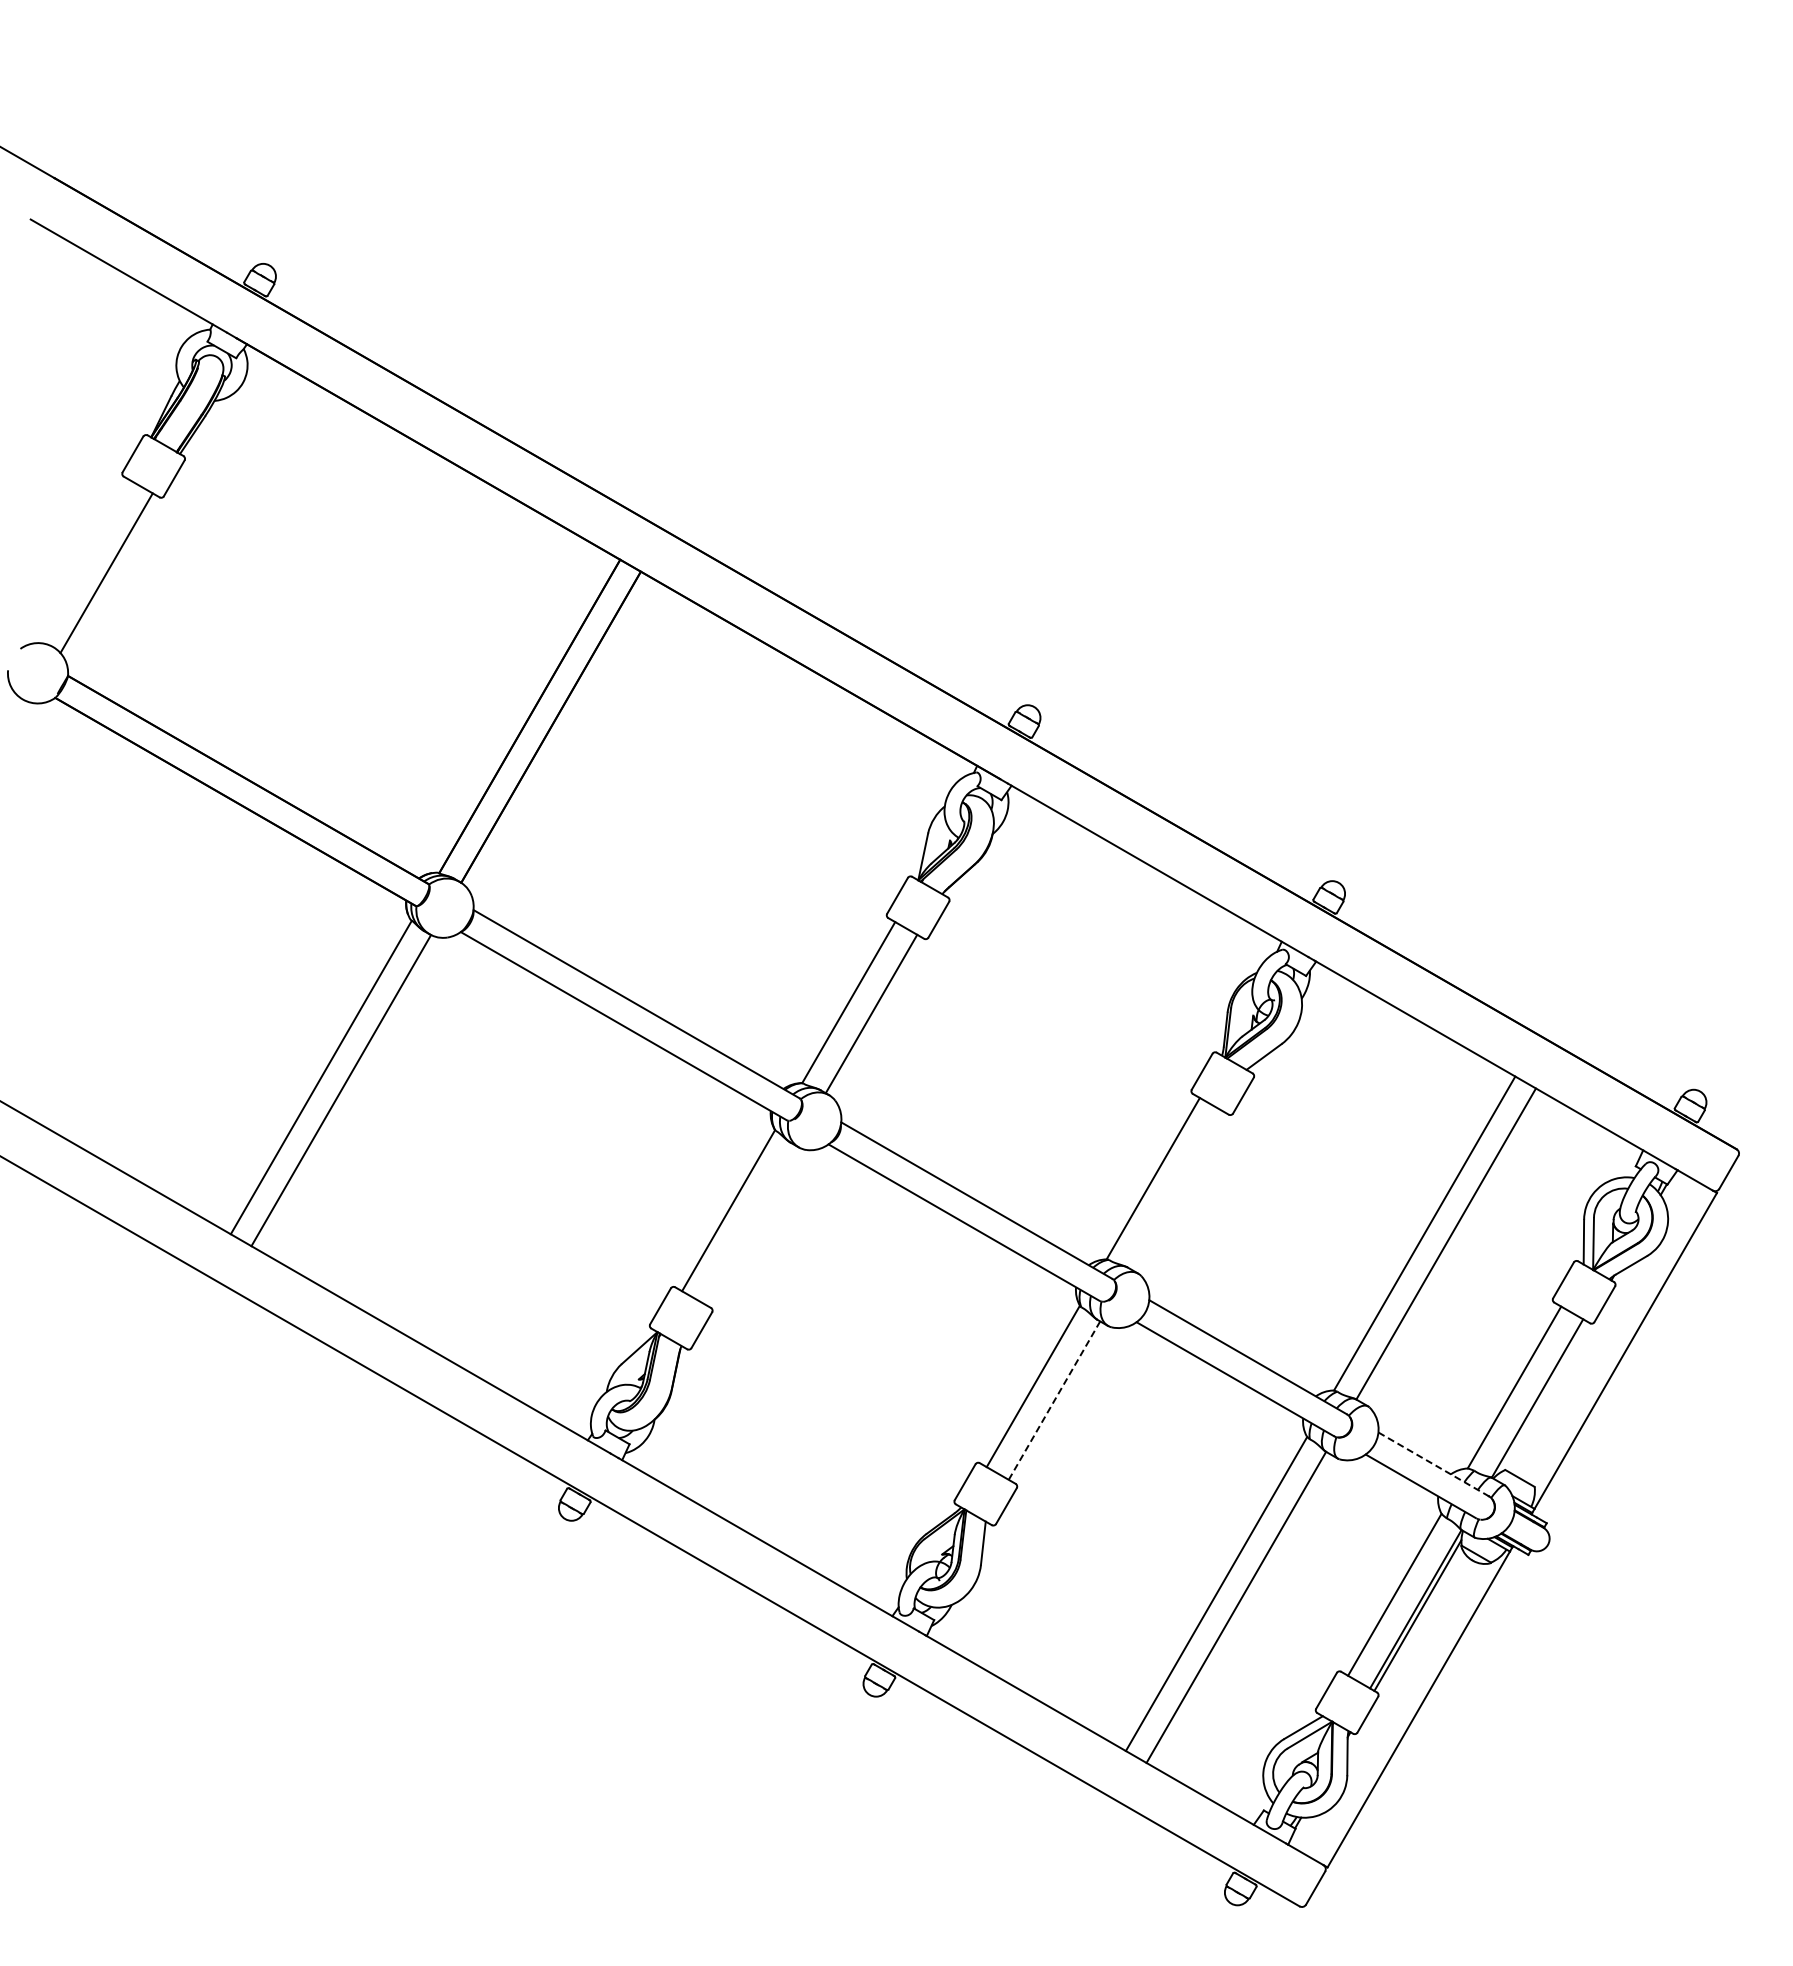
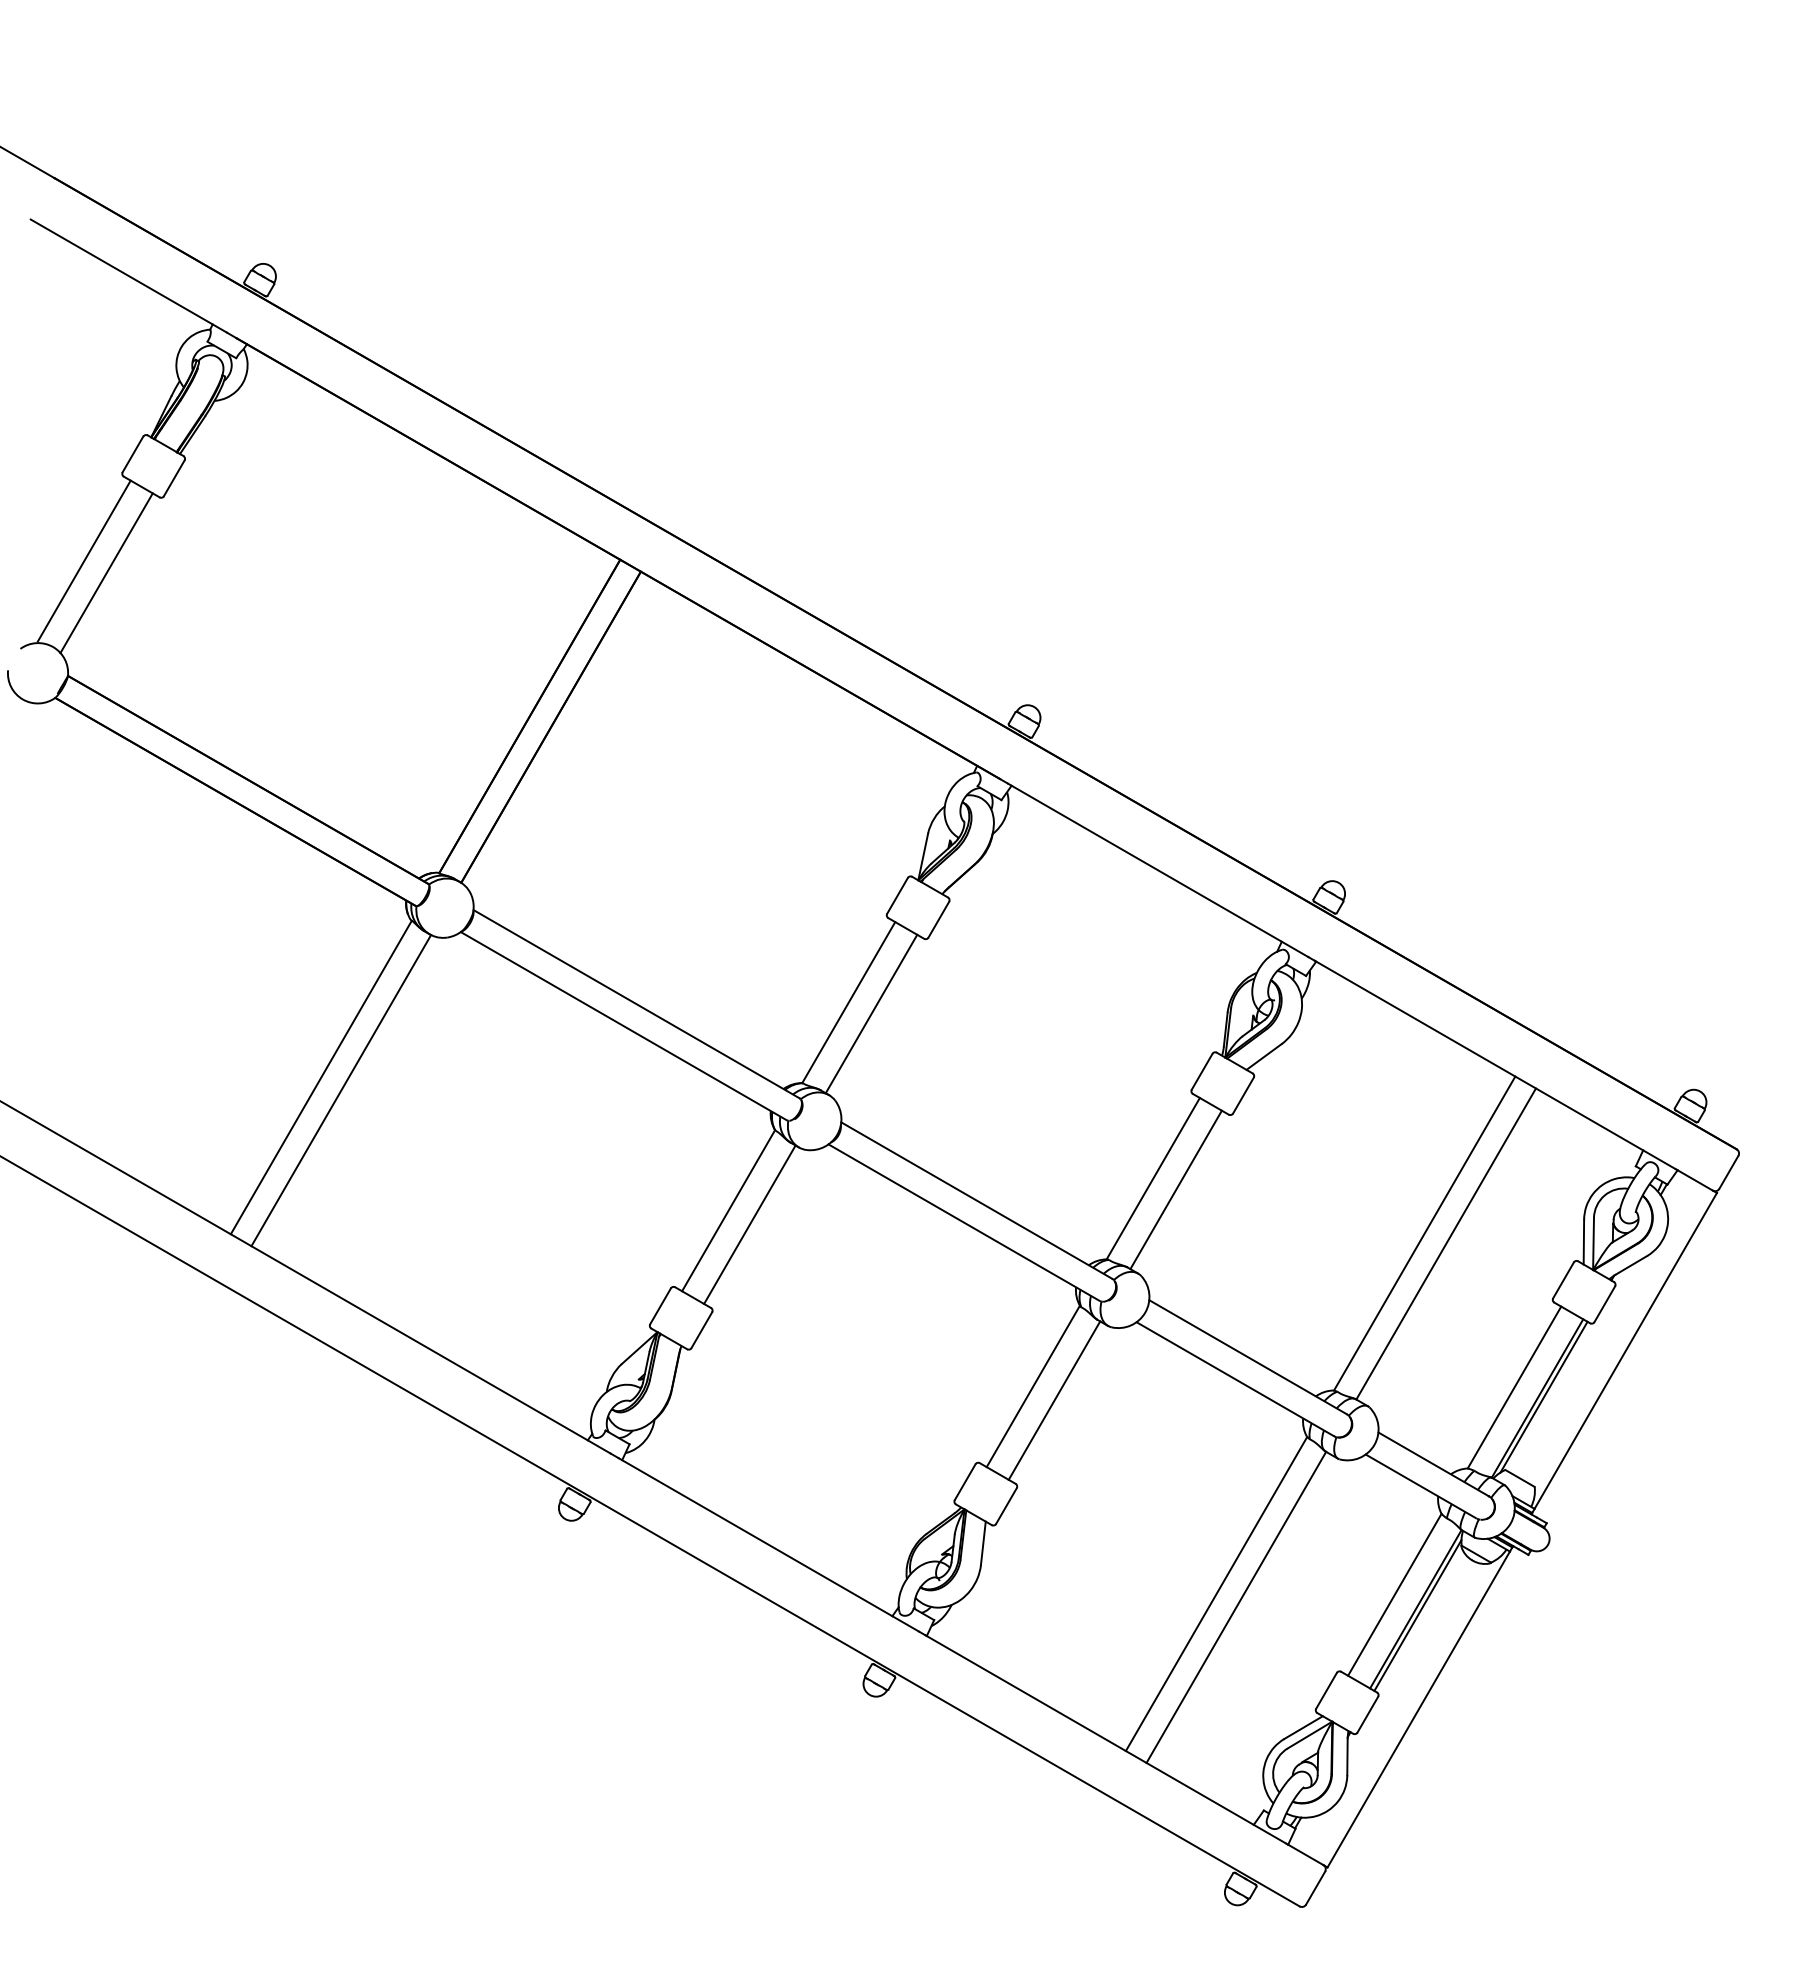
line at (83, 560): none -> present
line at (1175, 1189): none -> present
line at (749, 1224): none -> present
line at (1543, 1396): none -> present
line at (1054, 1400): dashed -> solid
line at (1433, 1464): dashed -> solid
